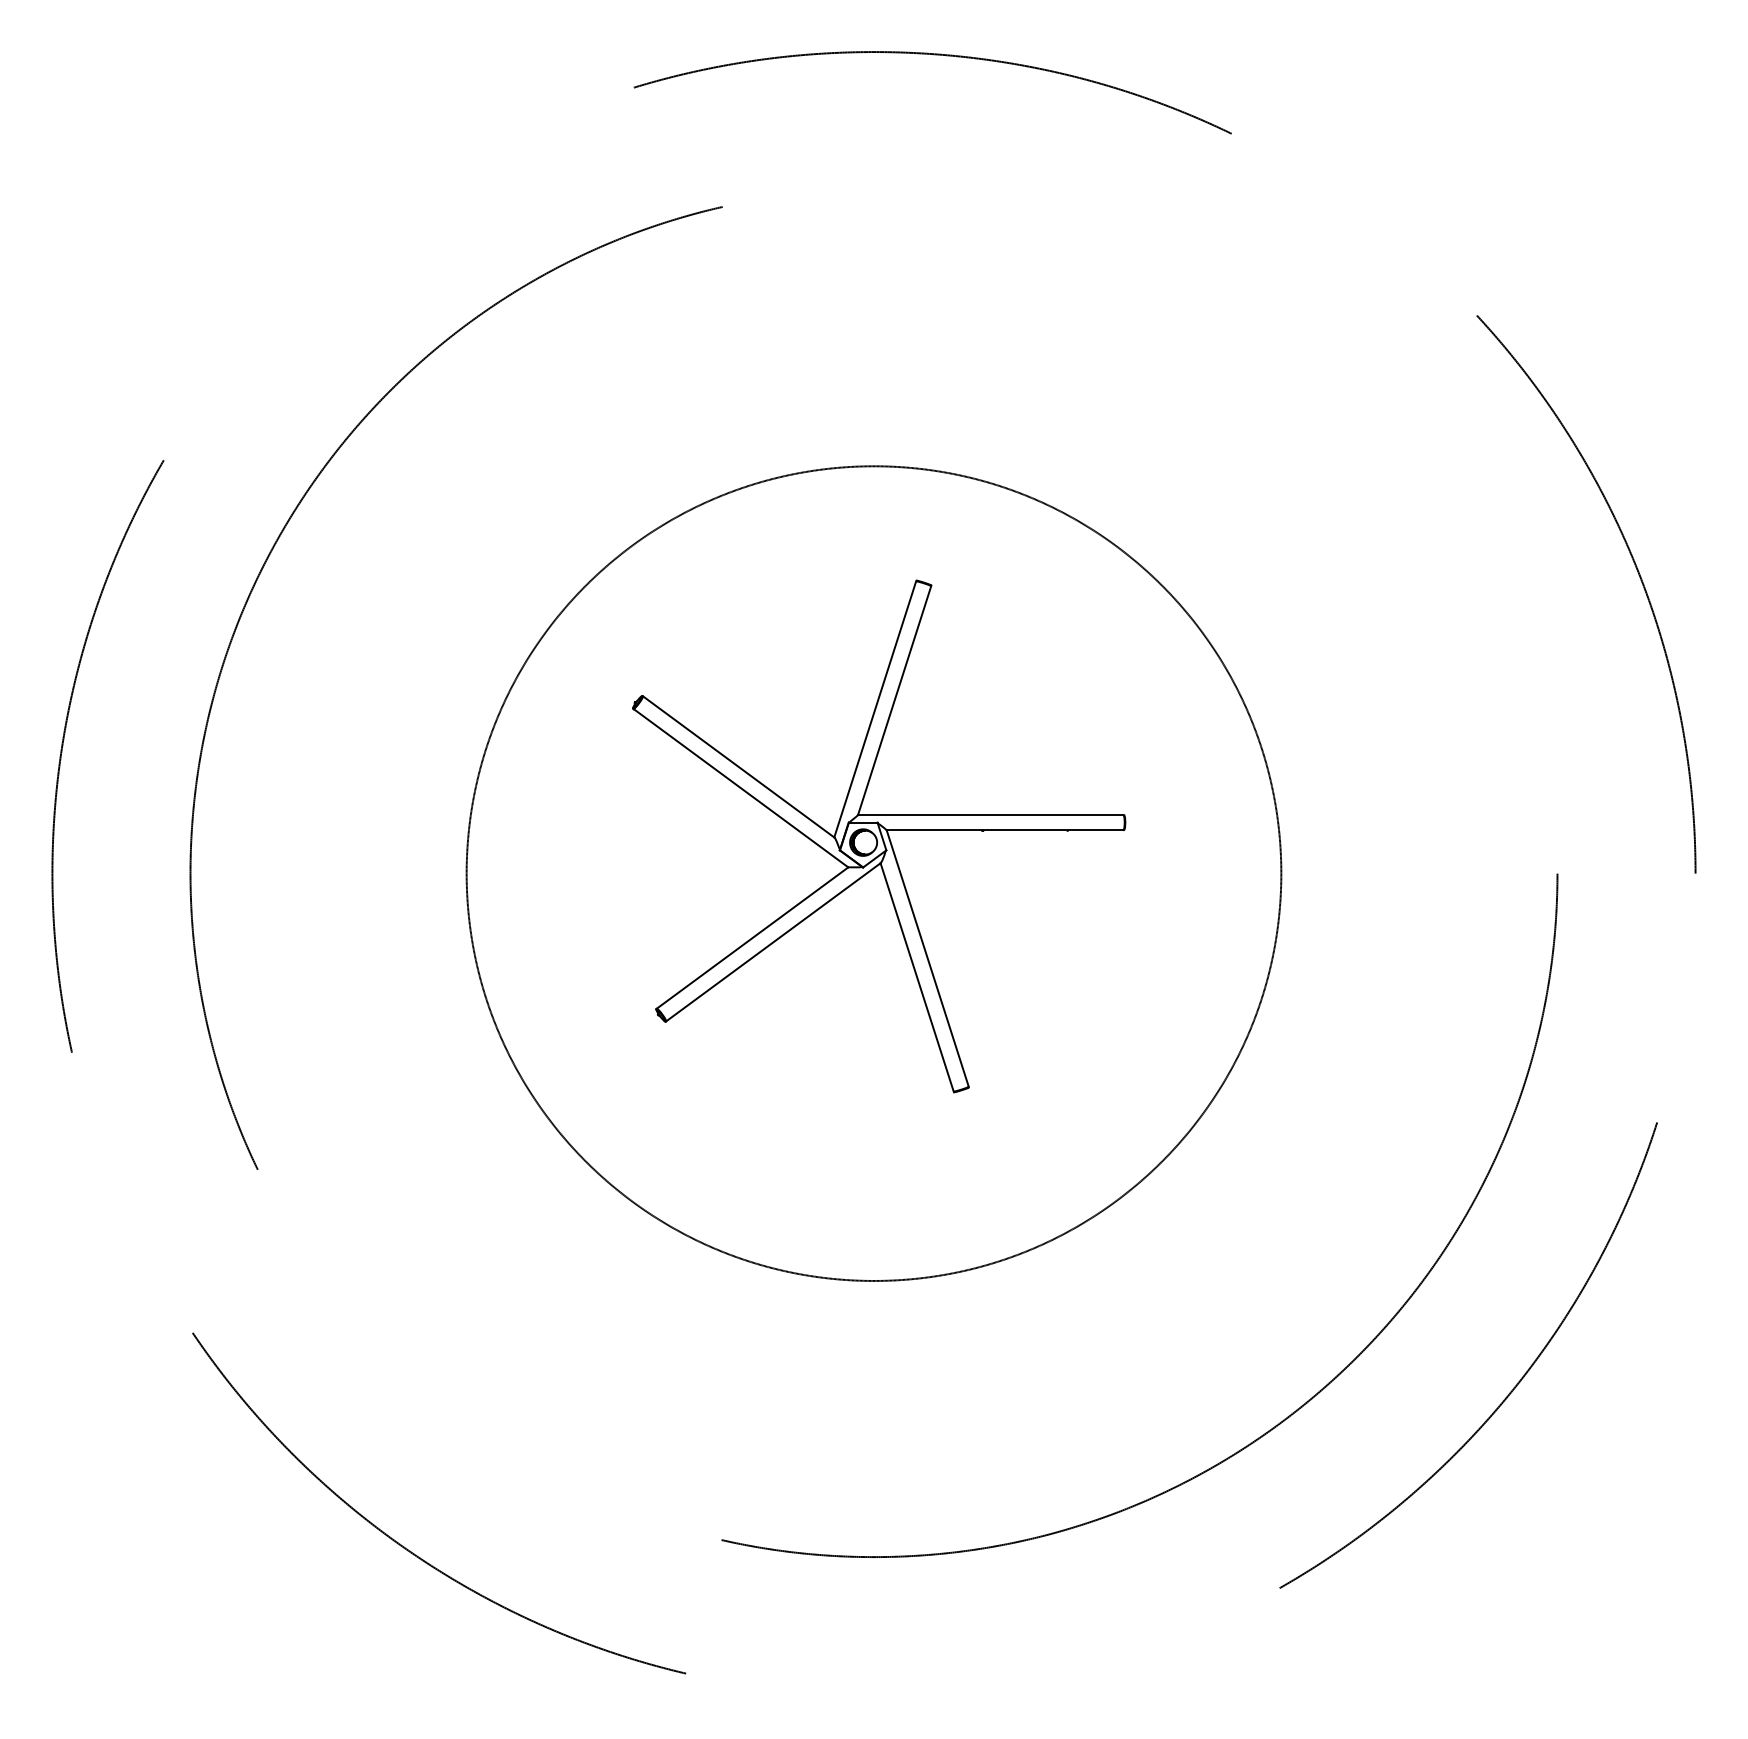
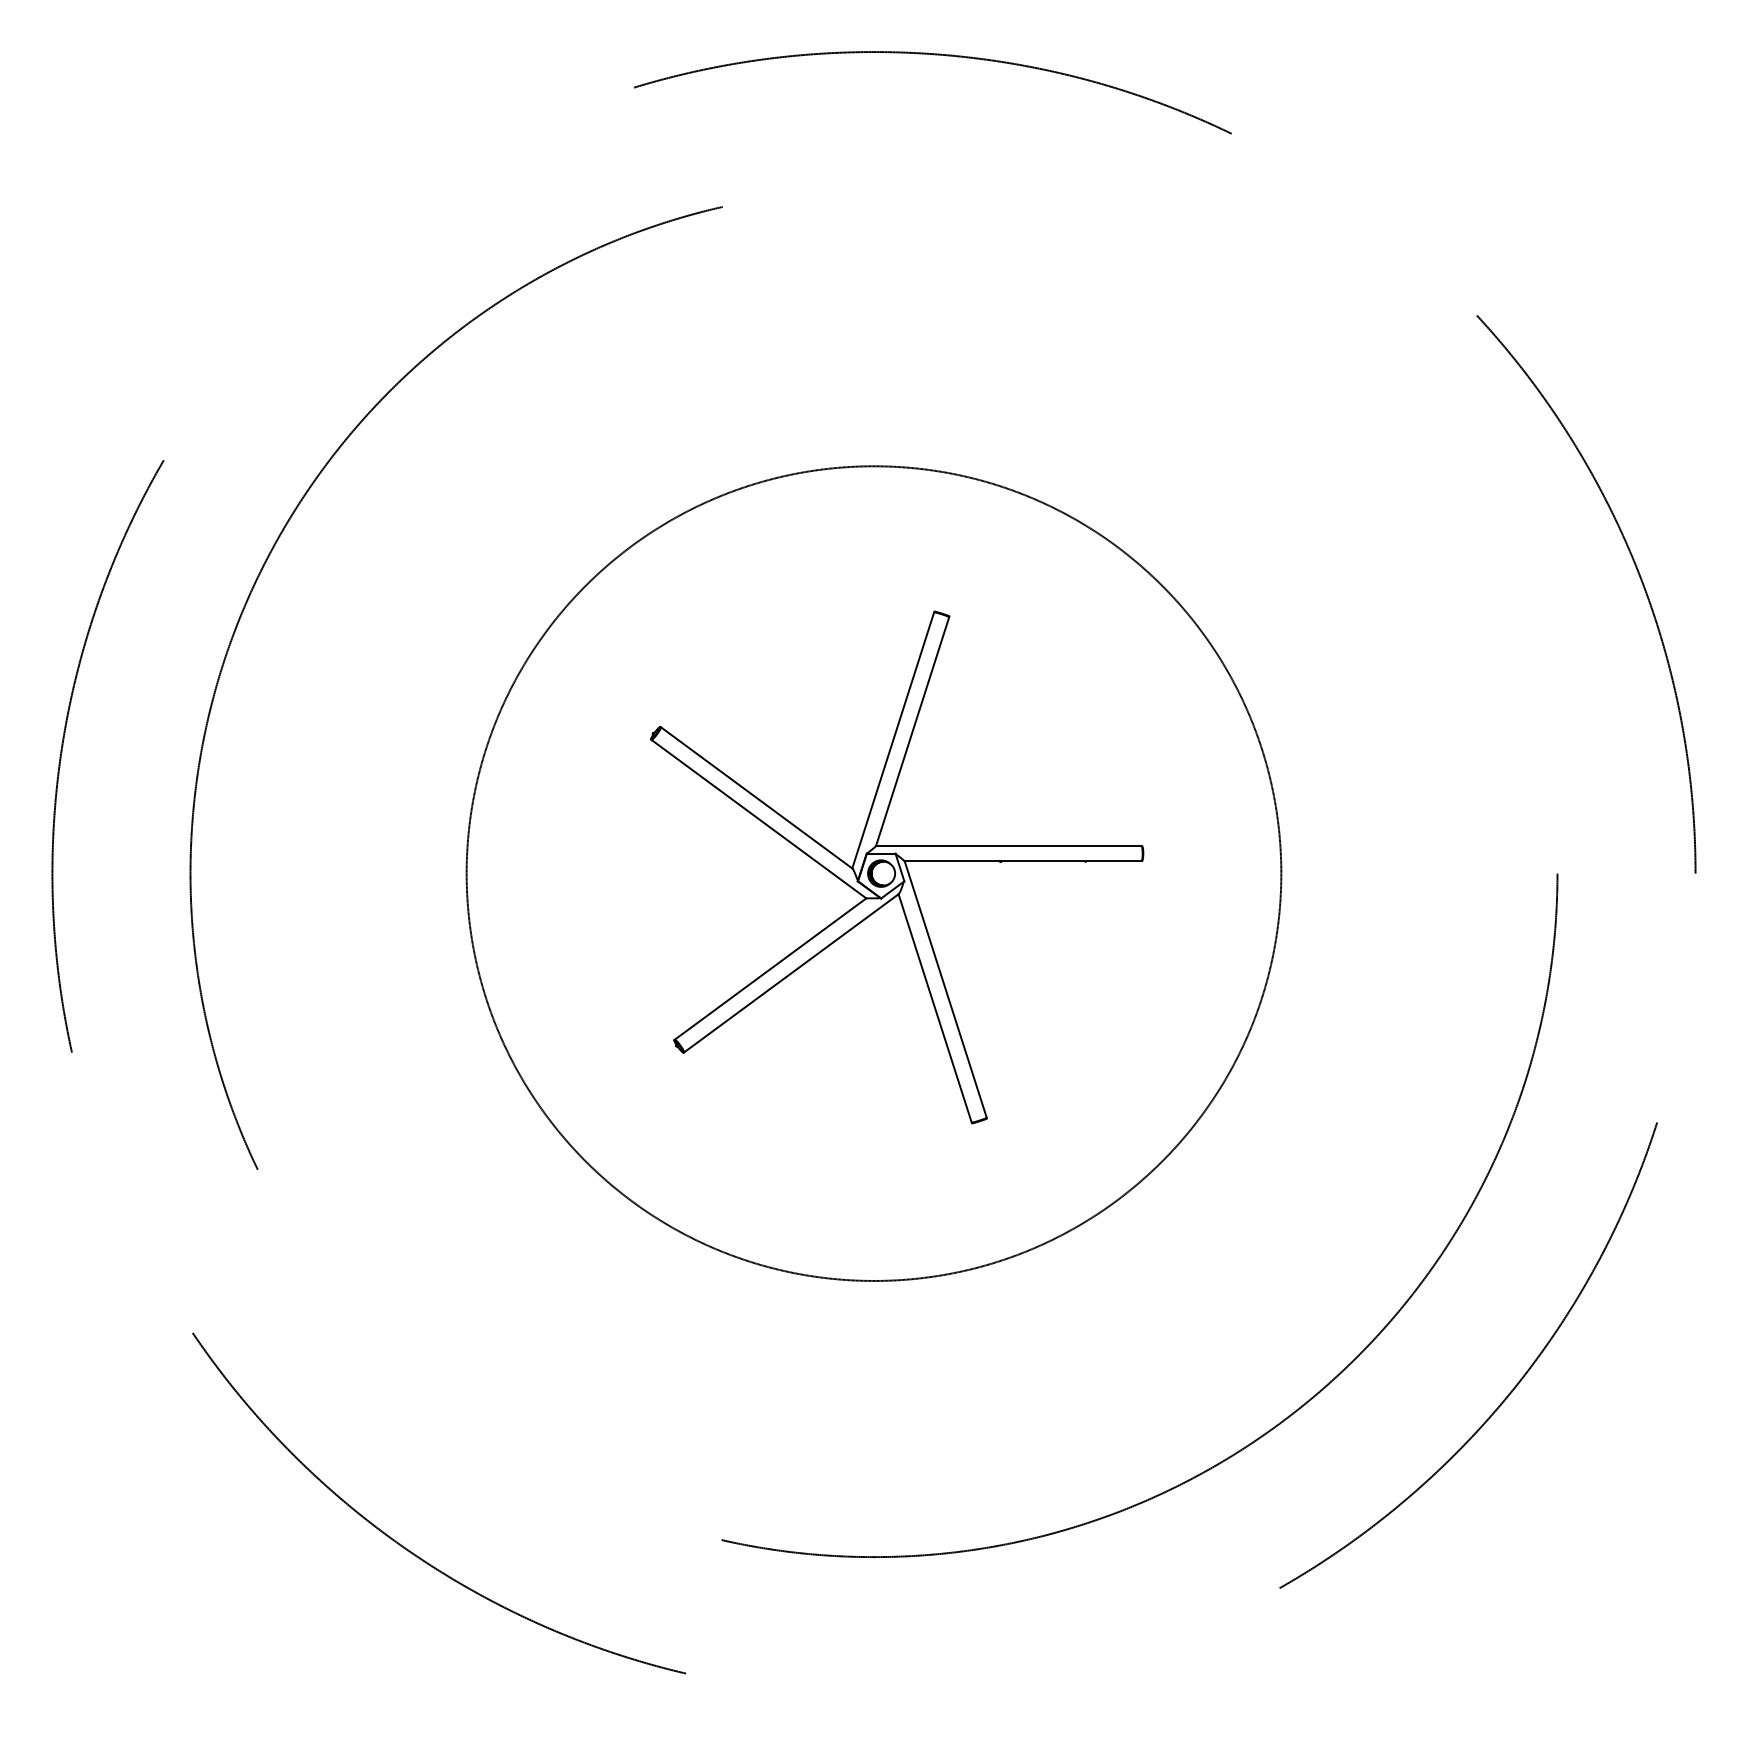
part at (879, 836) position: (879, 836) -> (897, 867)
